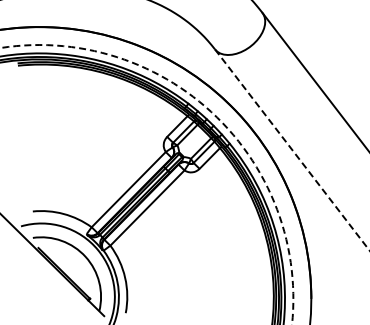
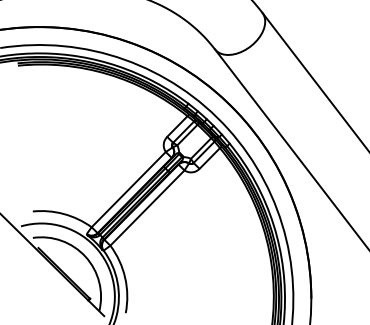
arc at (214, 114): dashed -> solid
line at (292, 150): dashed -> solid
